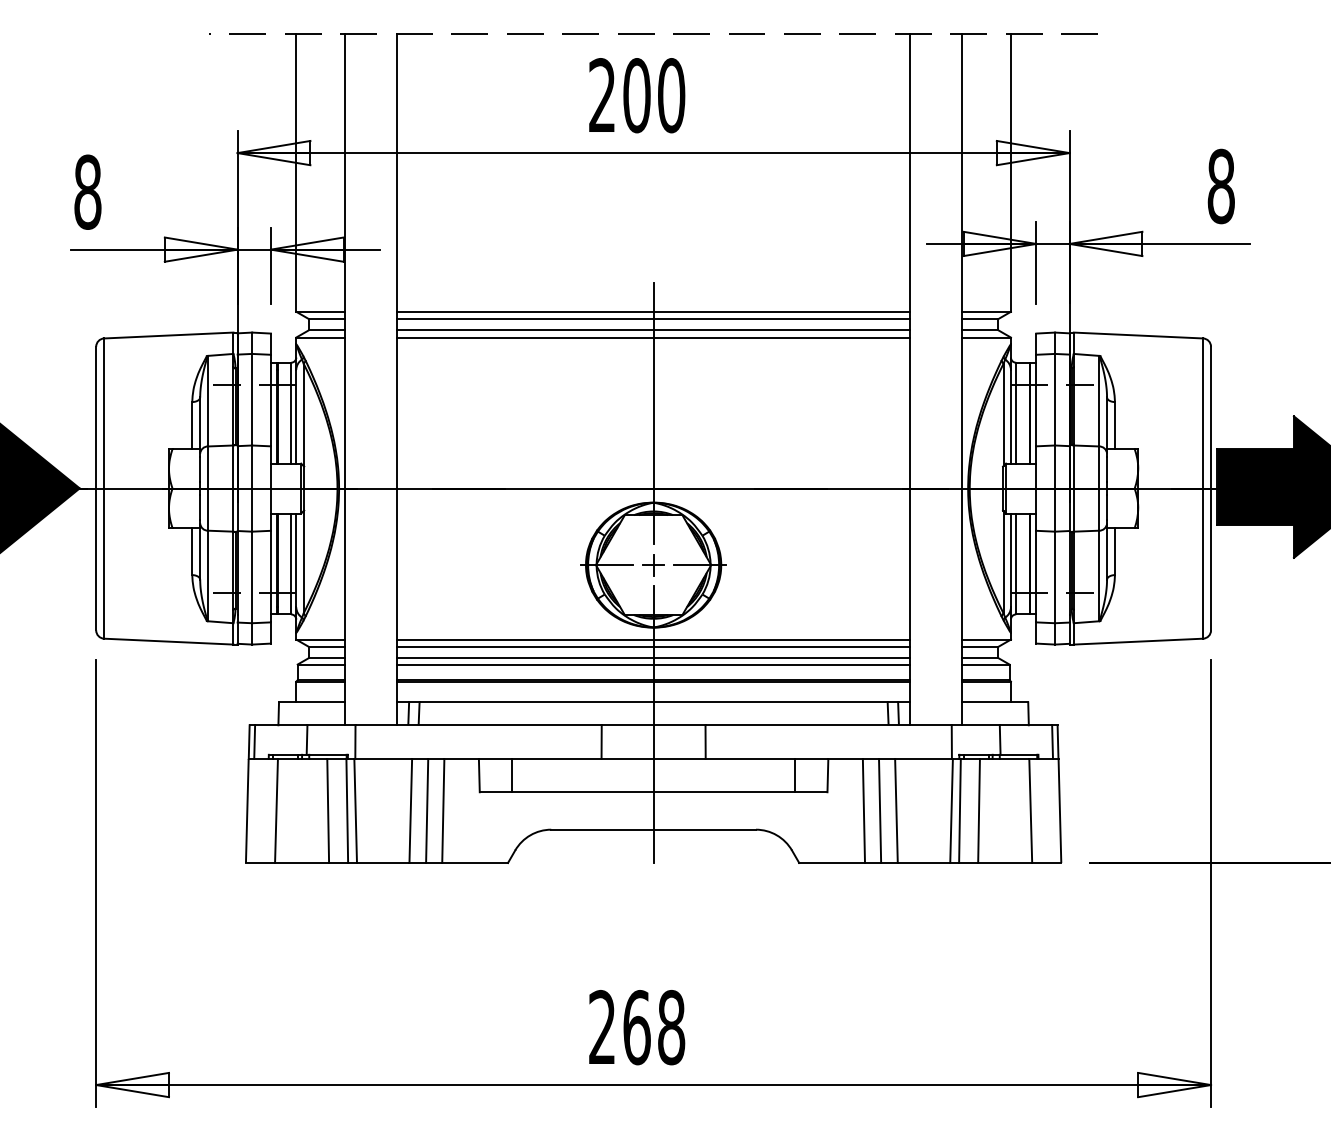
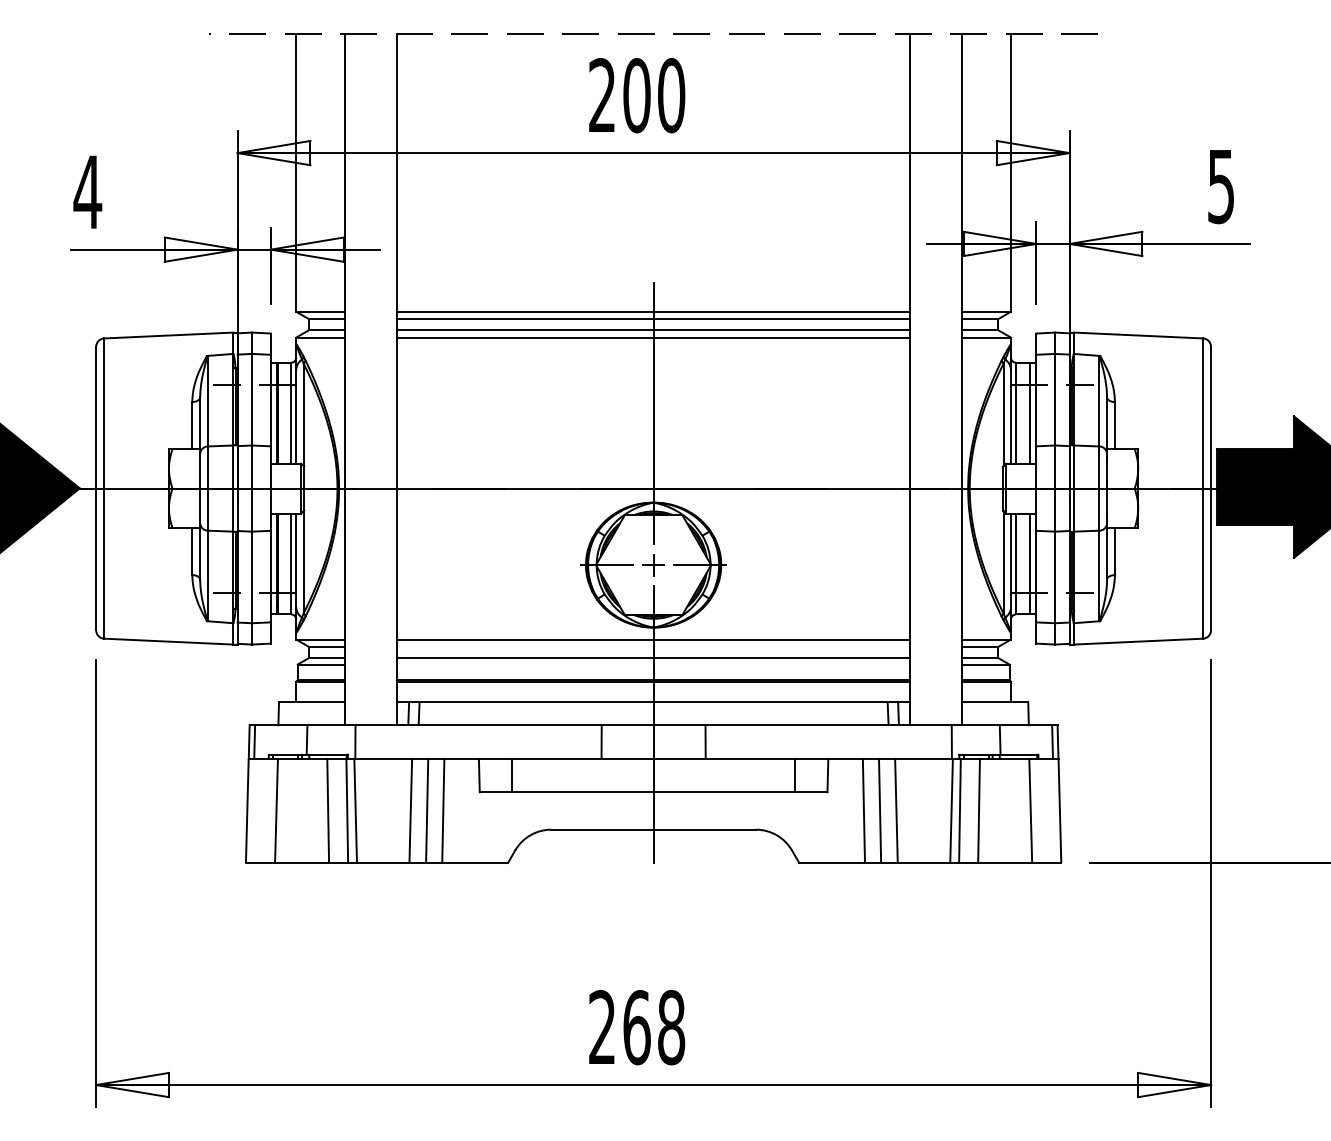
text at (1220, 186): 8 -> 5
text at (87, 191): 8 -> 4
line at (653, 646): present -> none
line at (653, 664): present -> none
